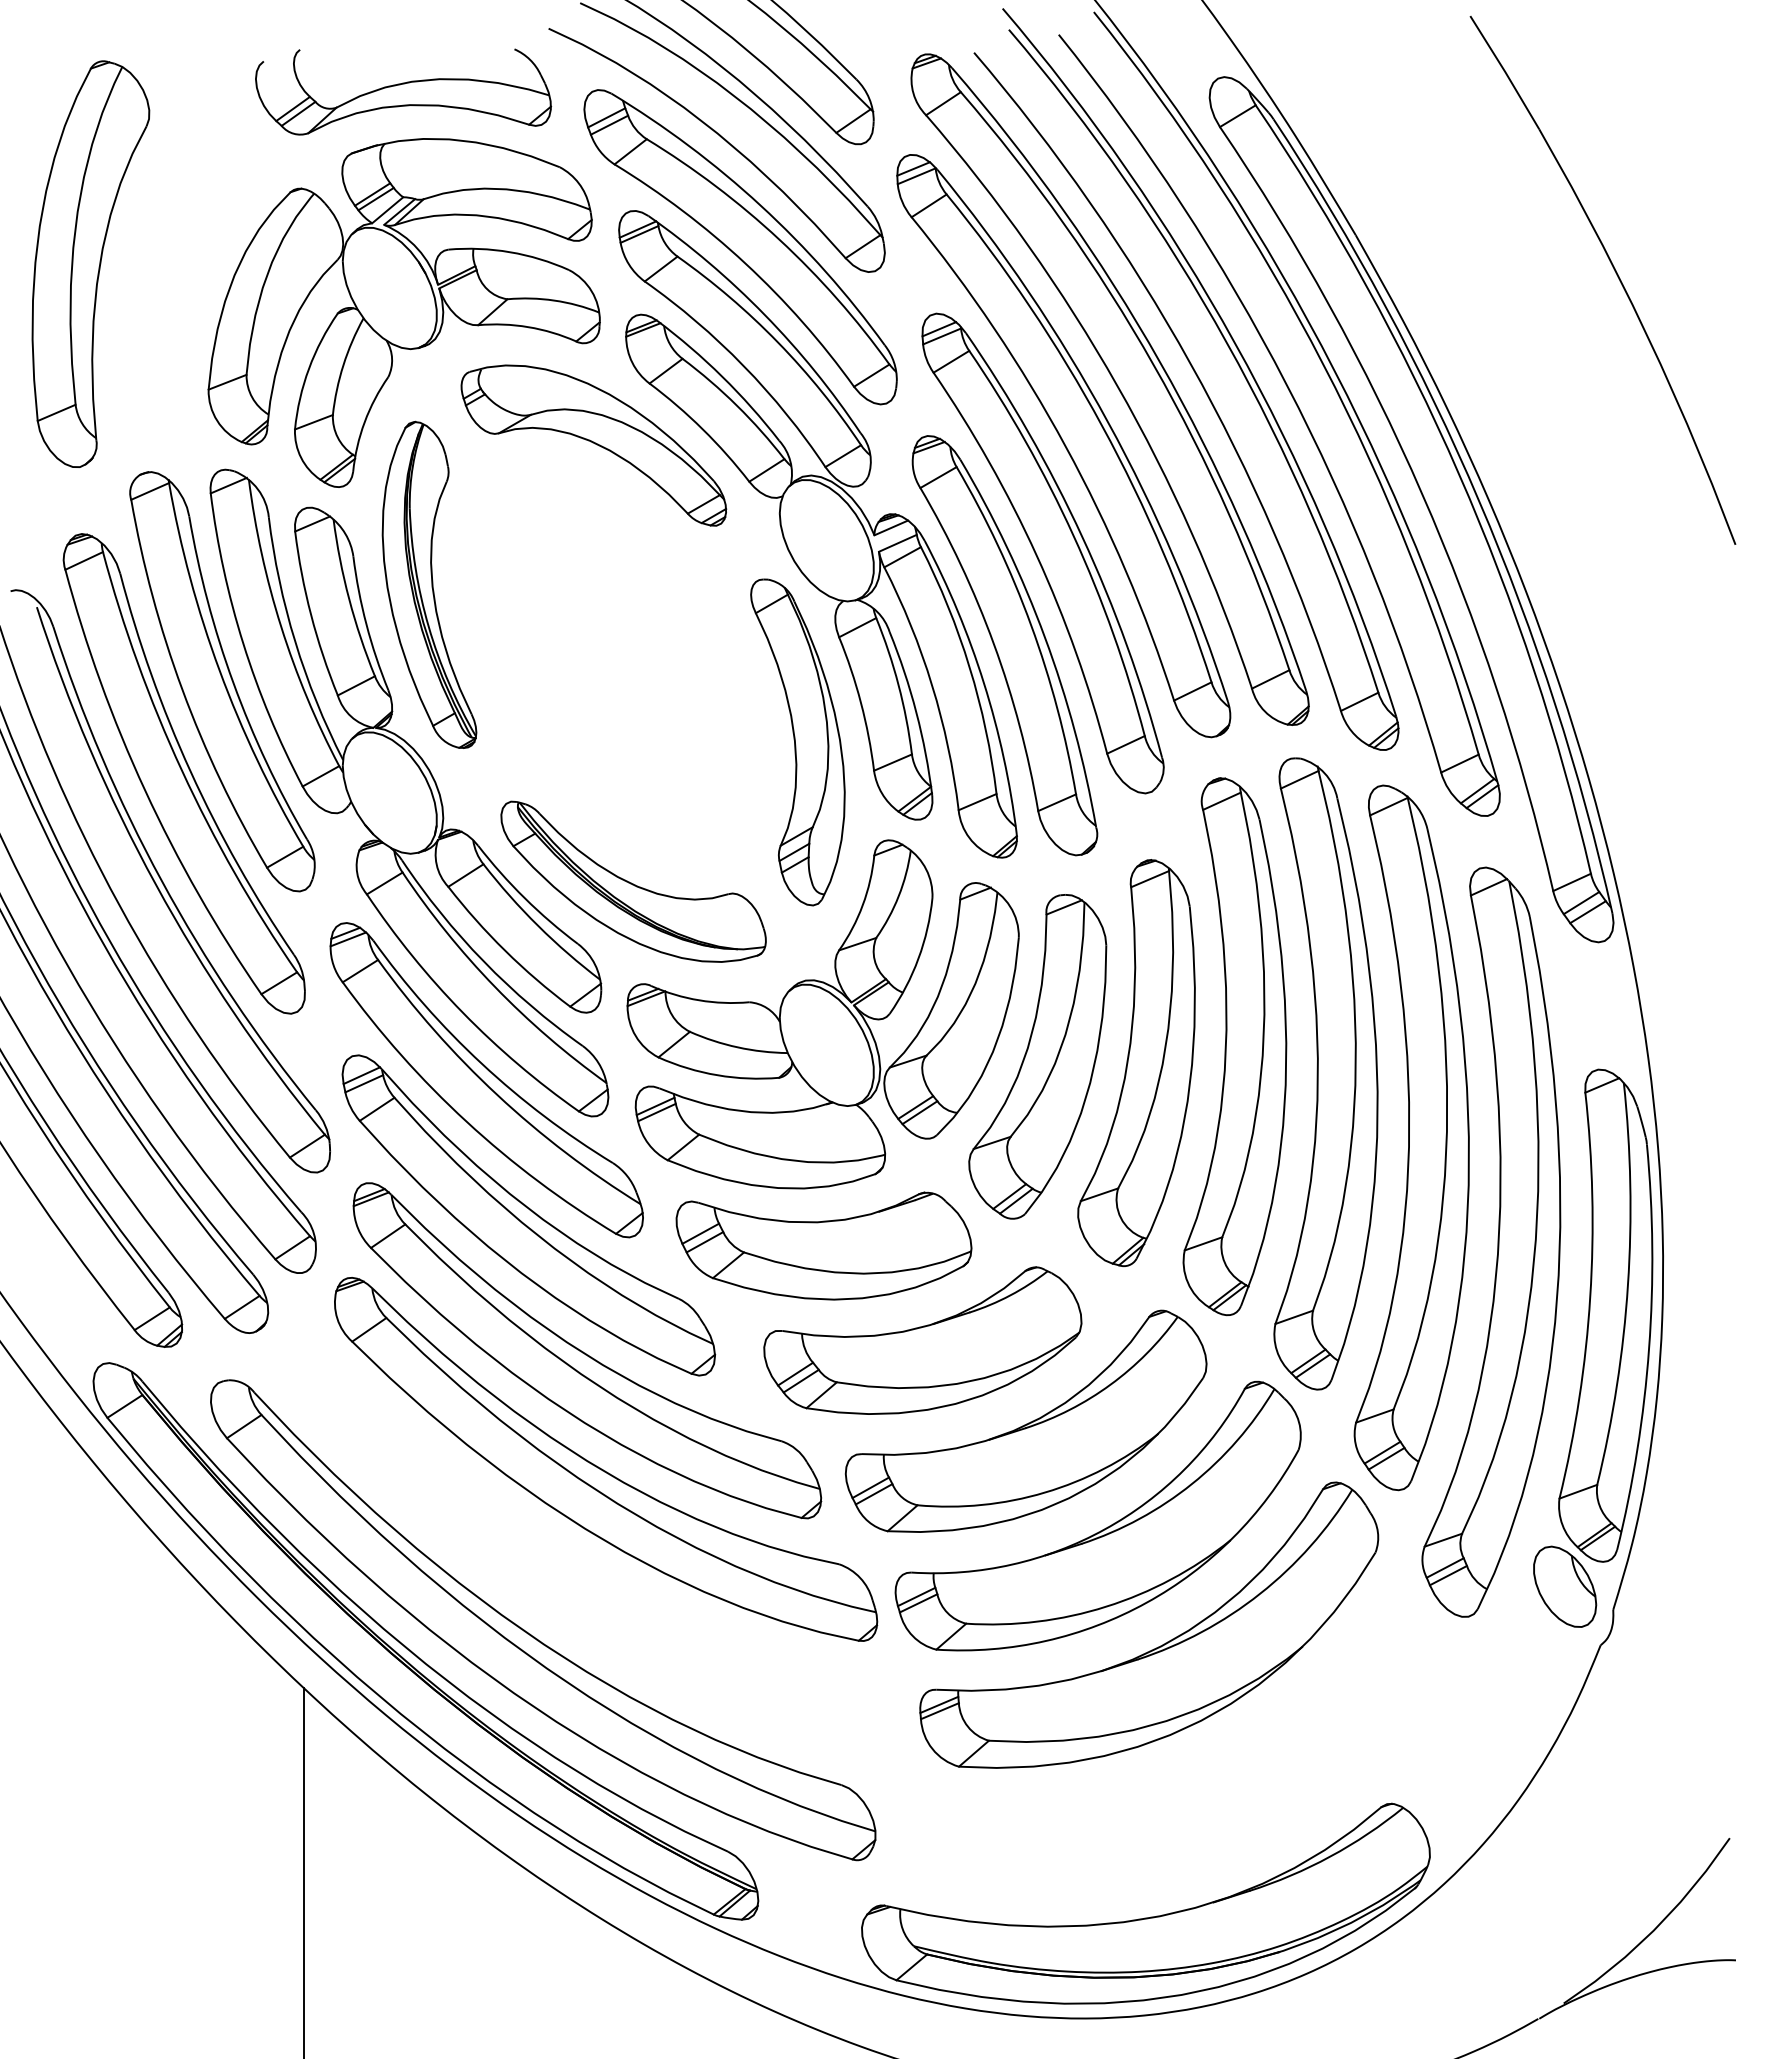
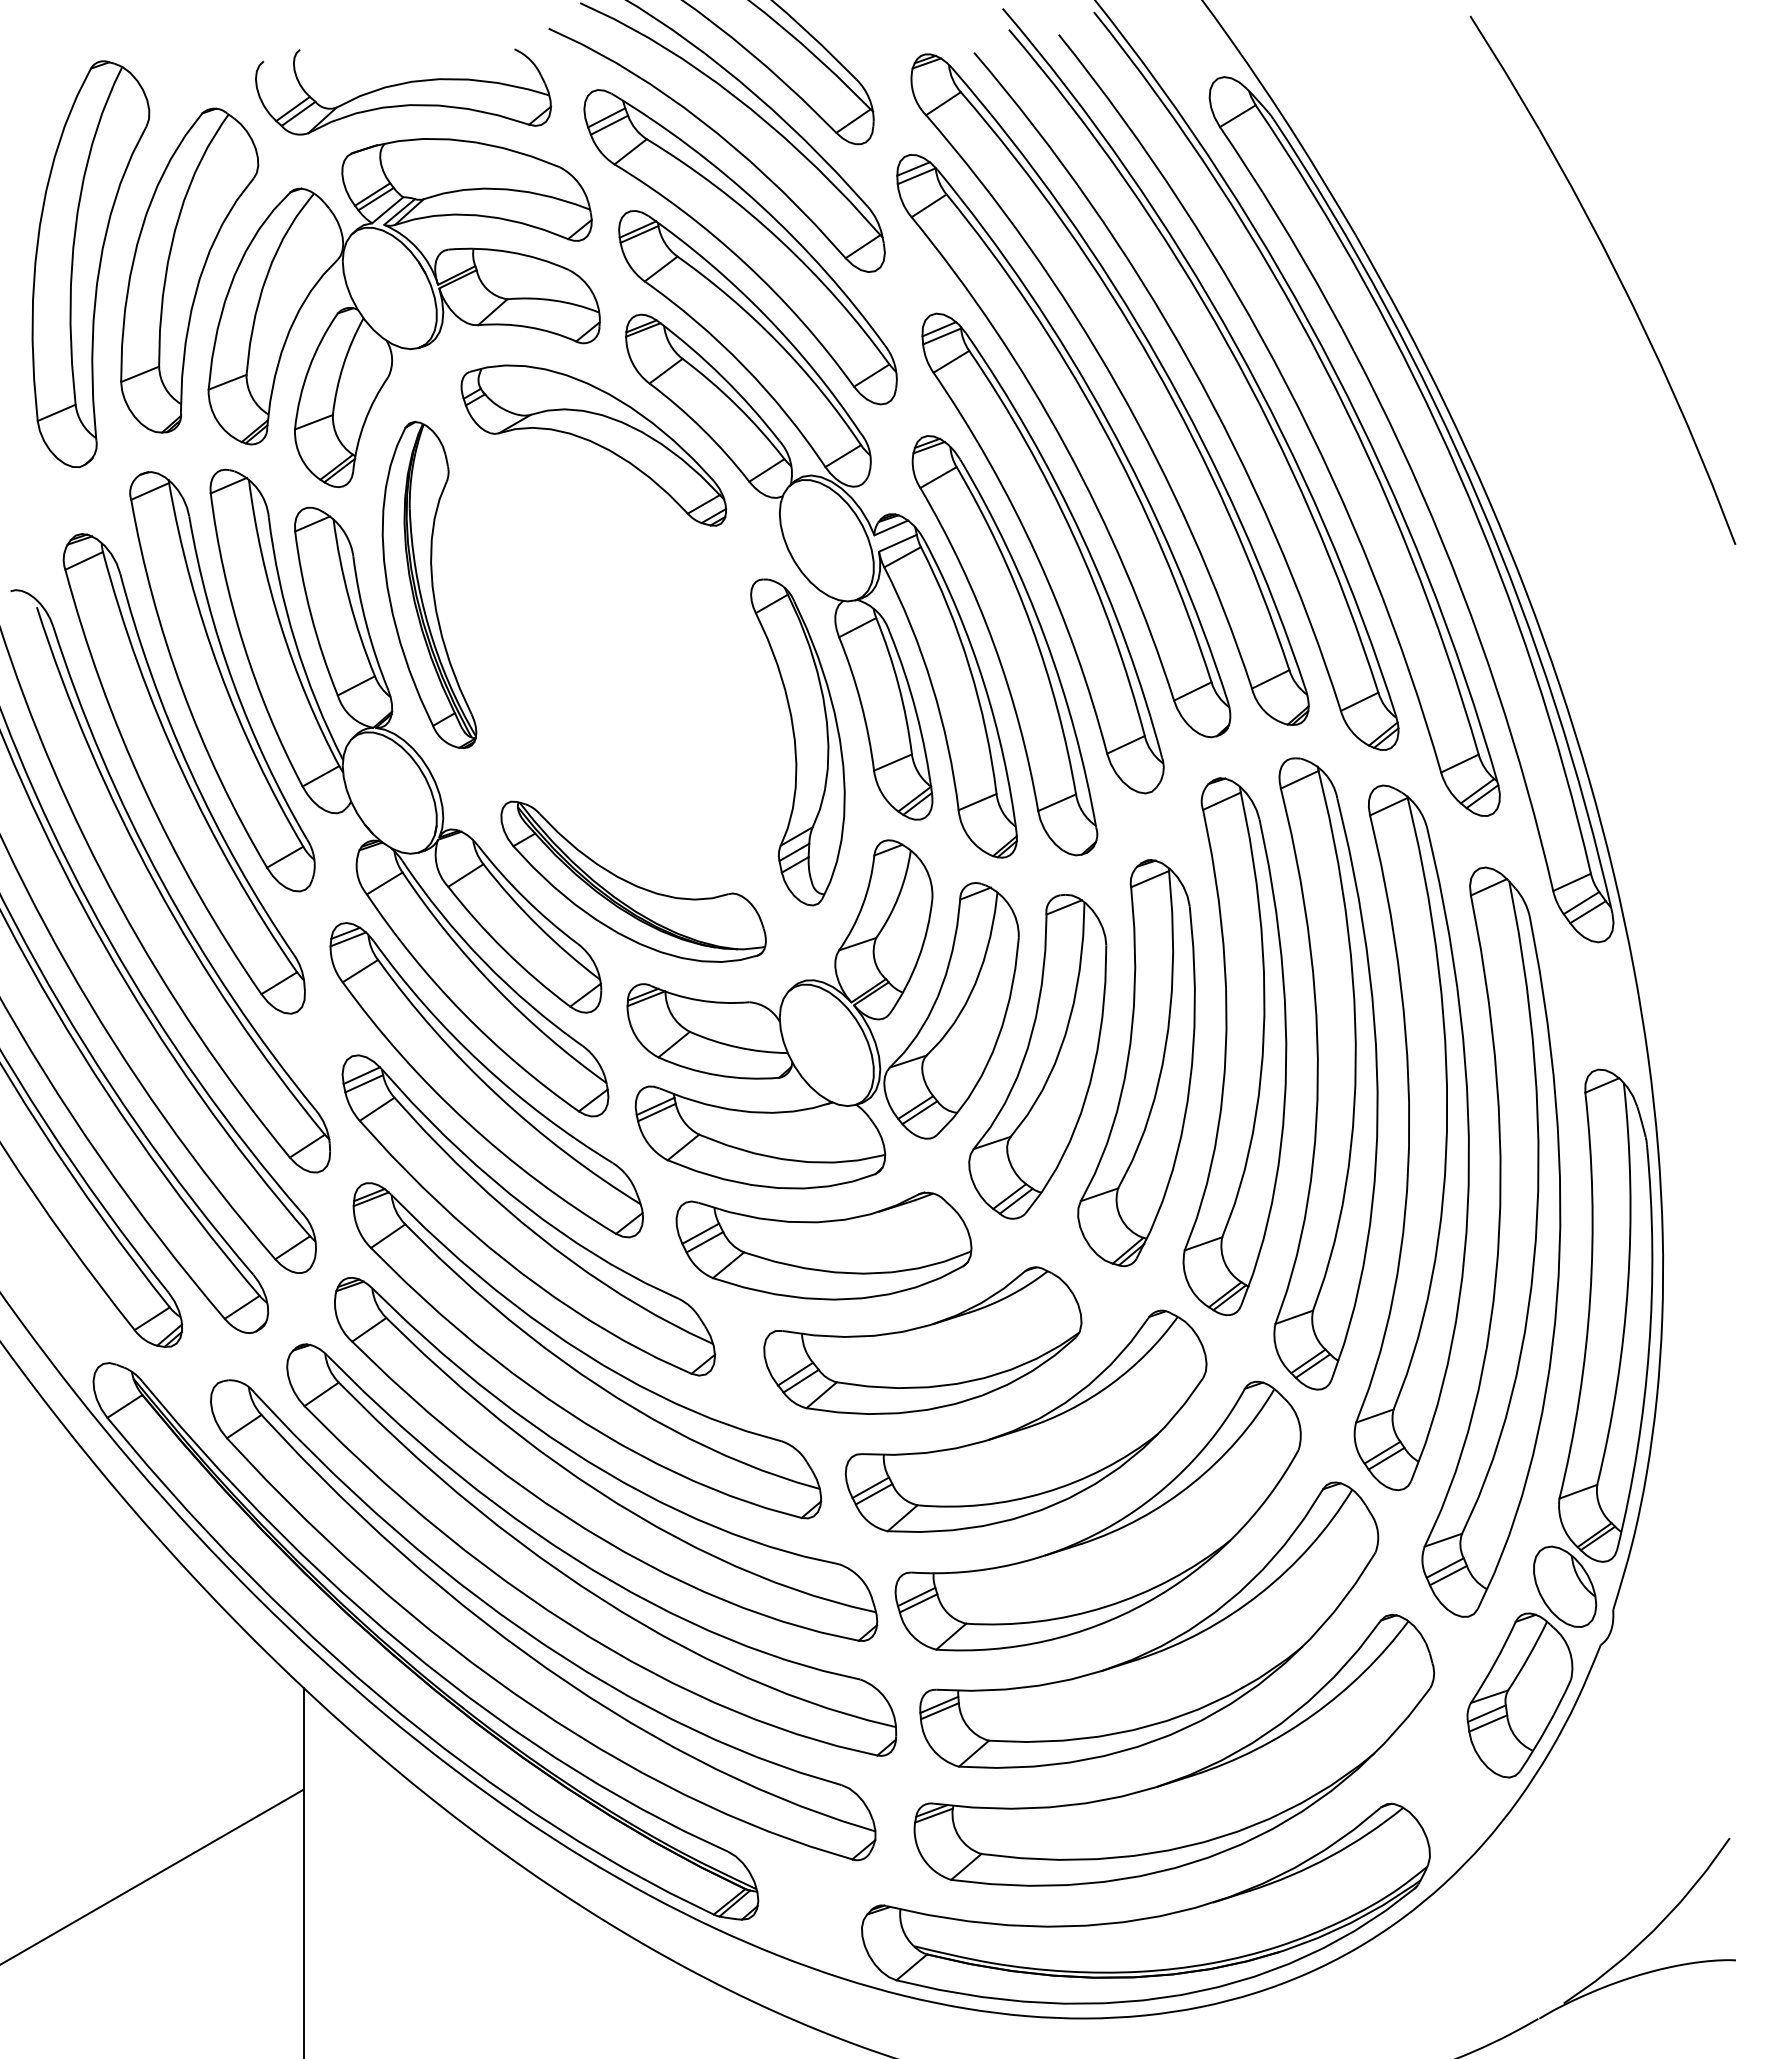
part at (189, 270): none -> present
part at (581, 1561): none -> present
part at (1519, 1695): none -> present
part at (1182, 1776): none -> present
line at (152, 1876): none -> present
